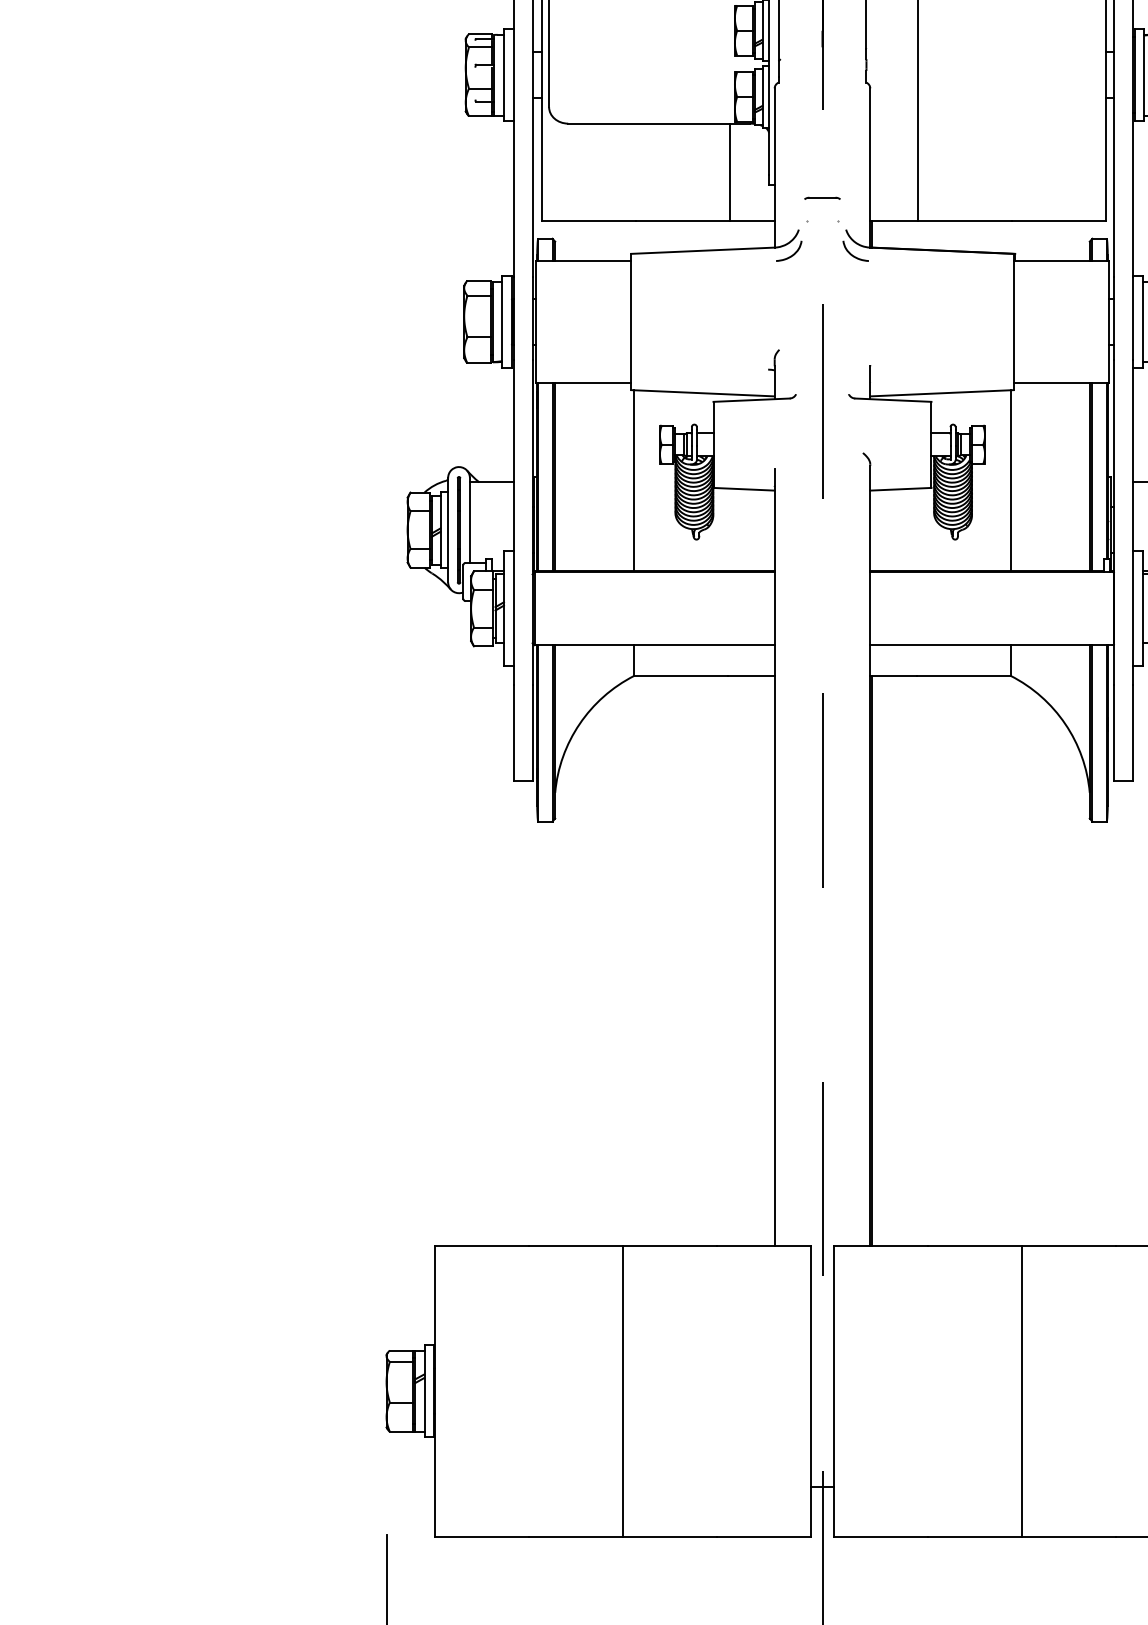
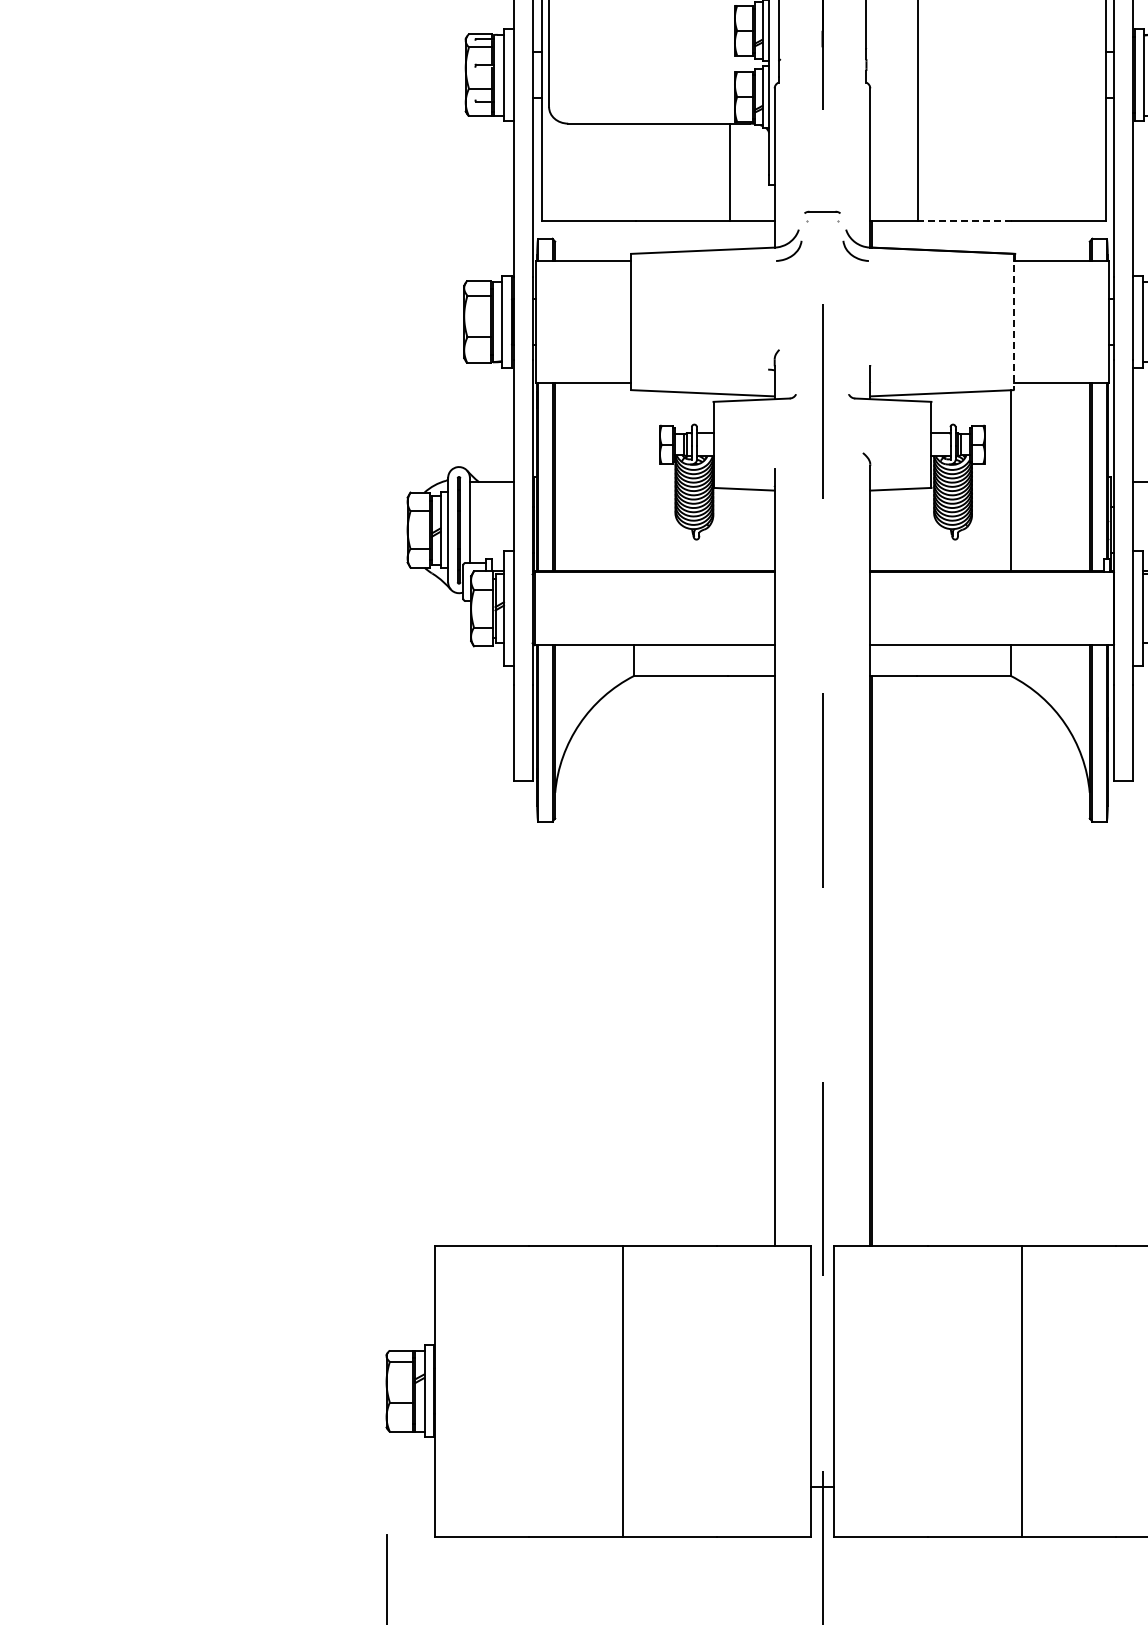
part at (822, 197) position: (822, 197) -> (822, 211)
line at (964, 220): solid -> dashed
line at (1013, 322): solid -> dashed
line at (634, 480): present -> none
